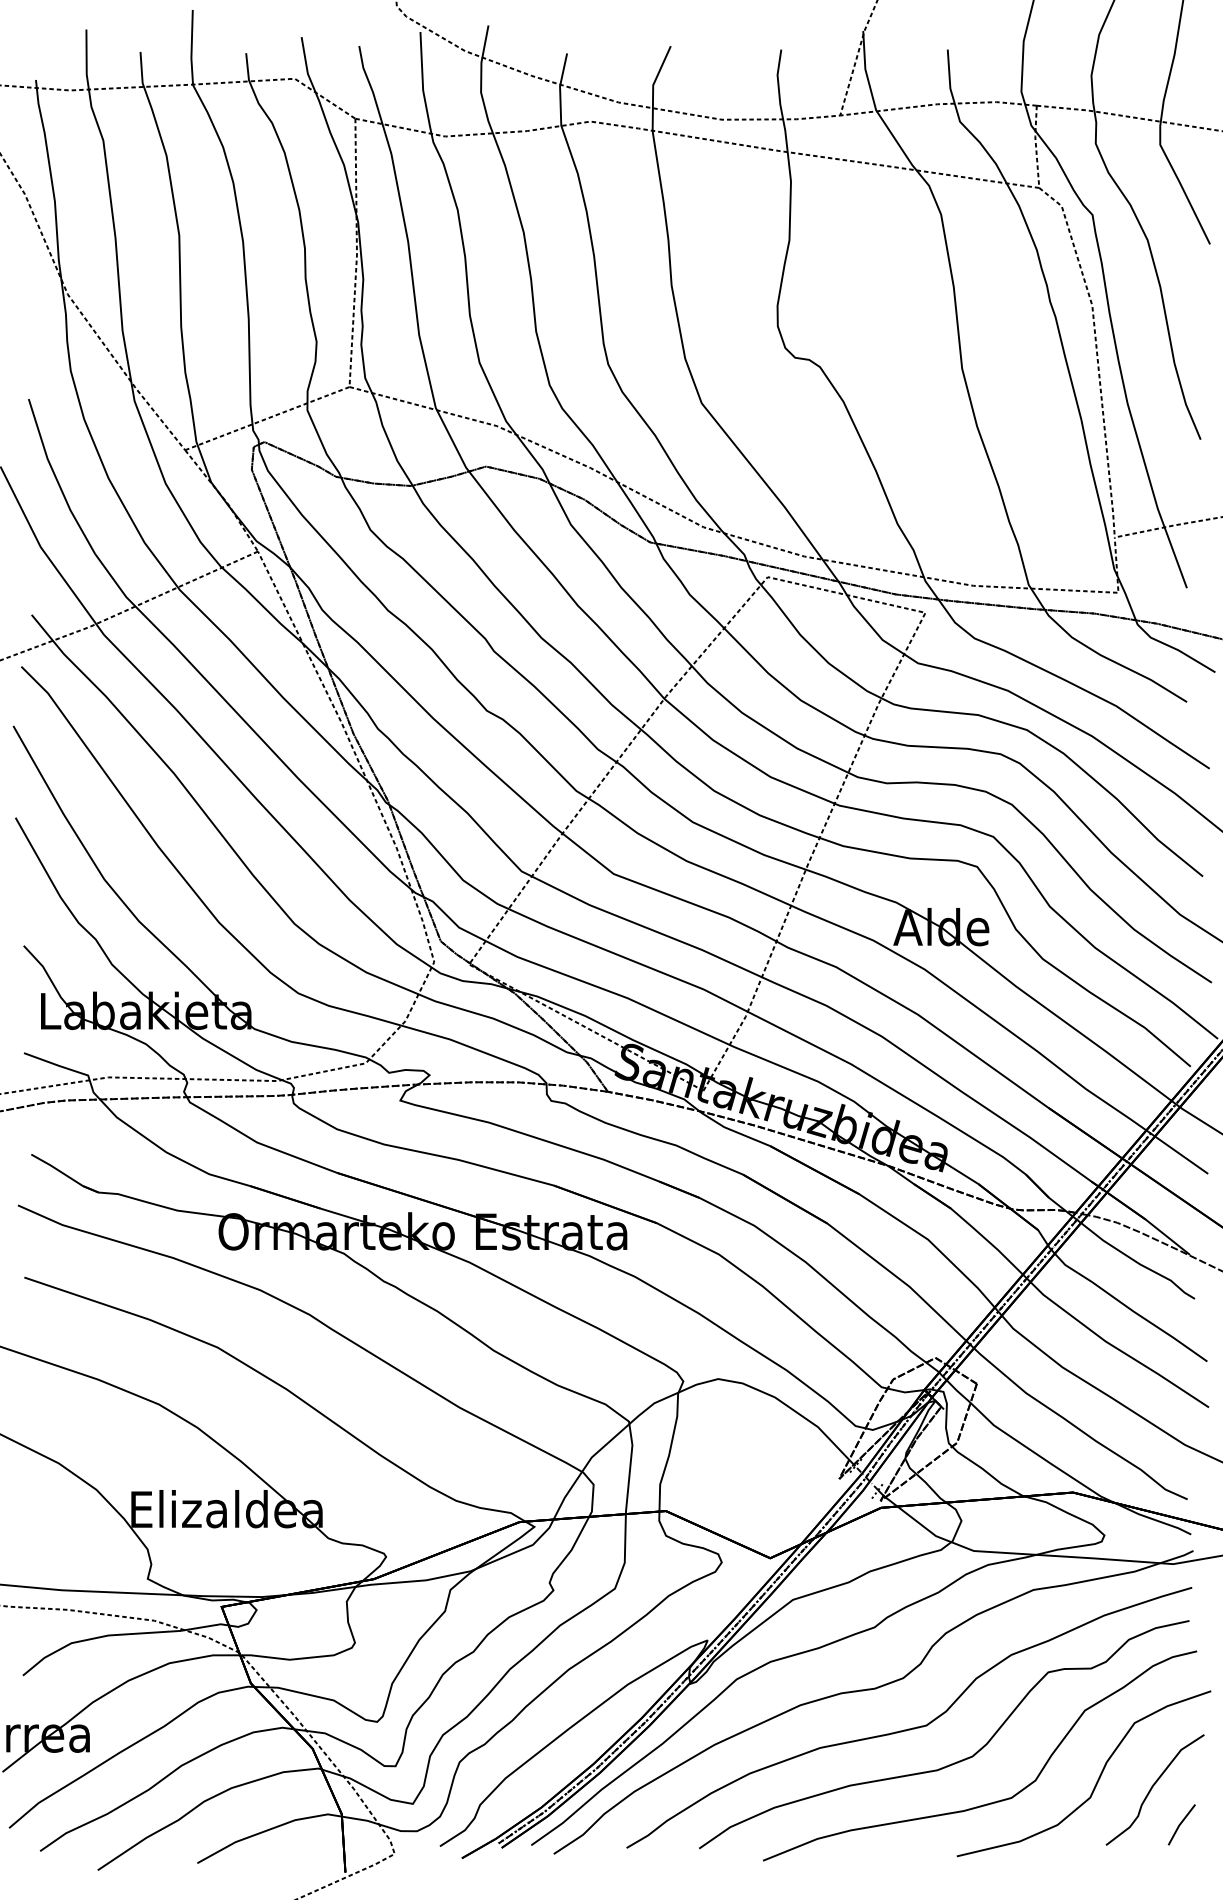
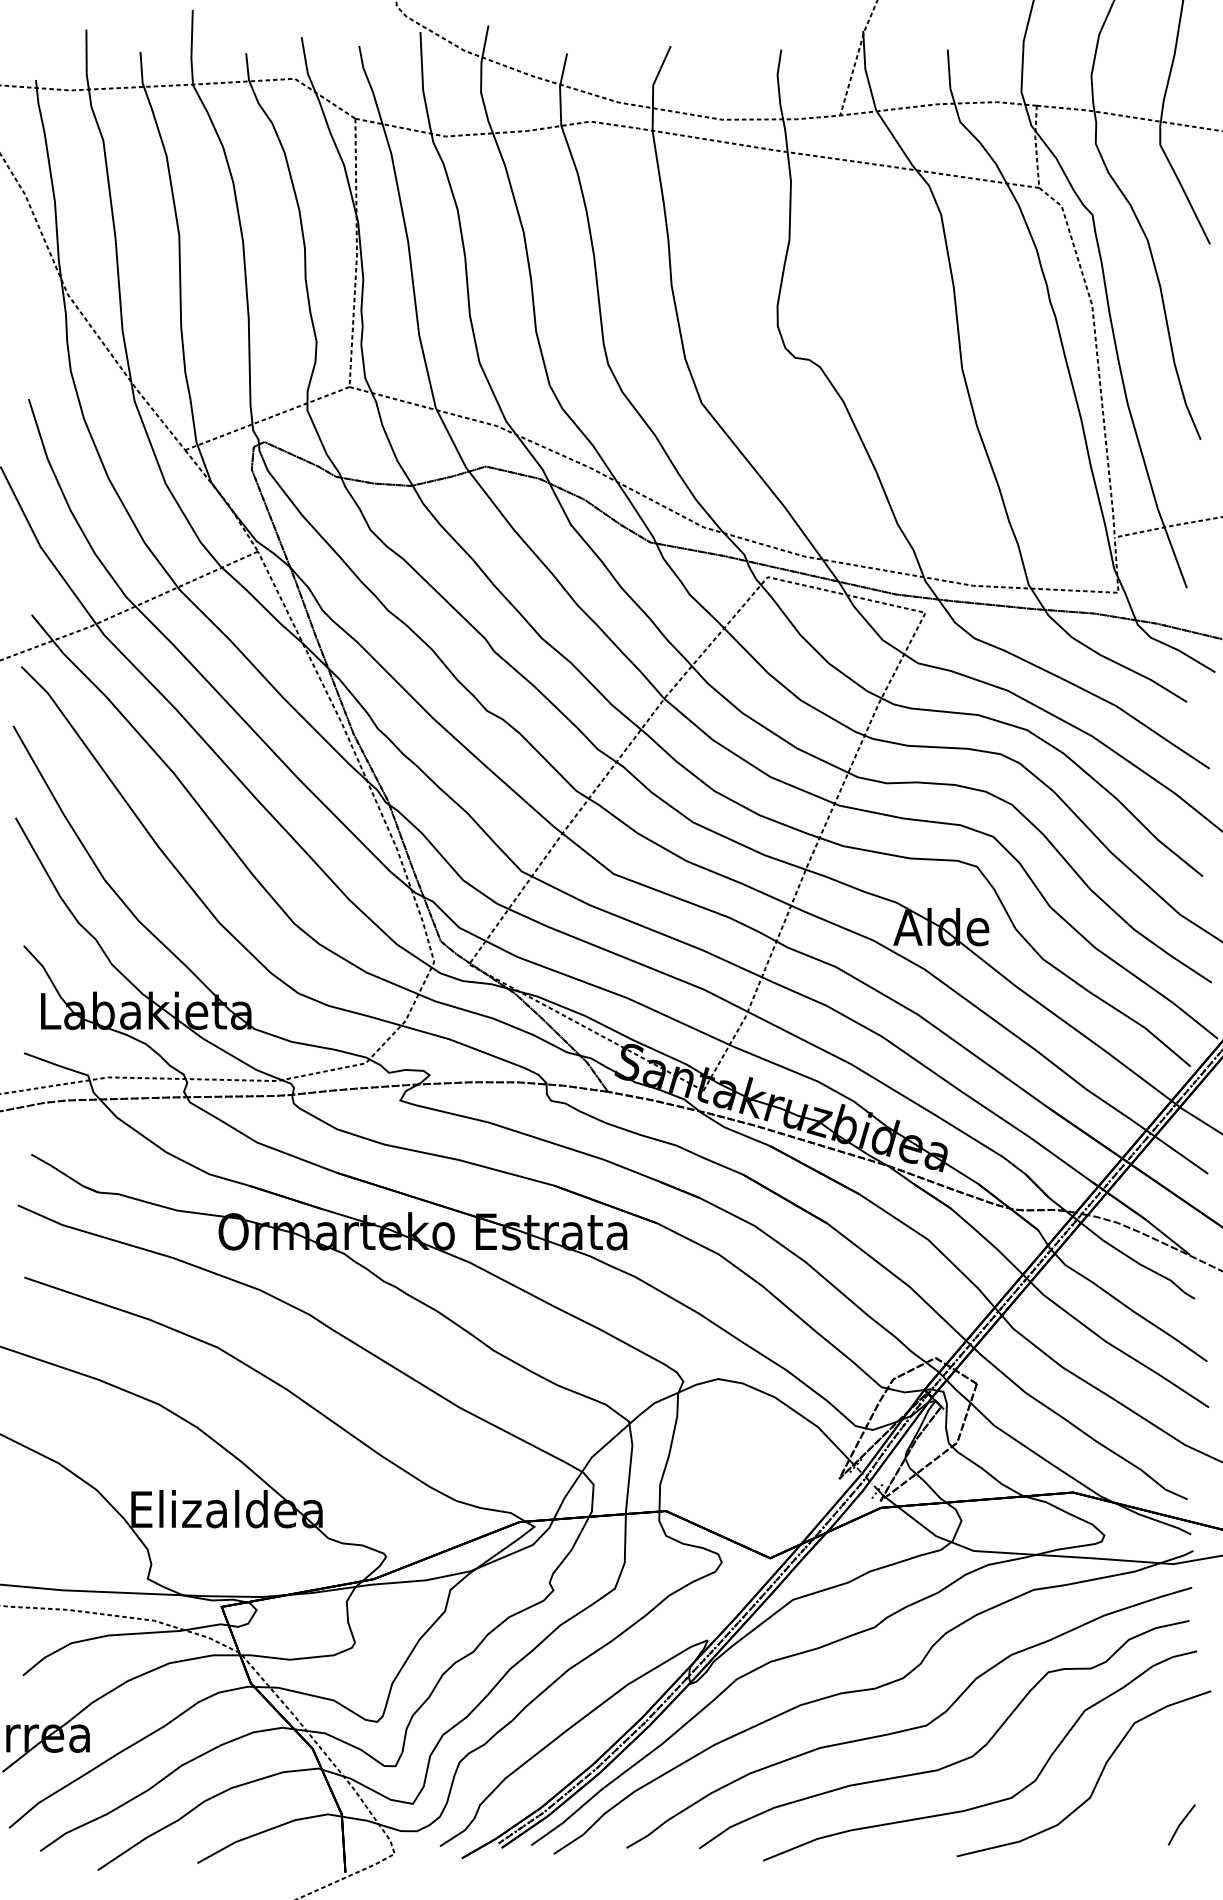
curve at (1153, 1787): present -> none
